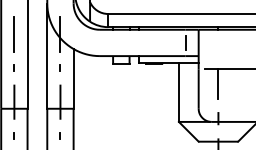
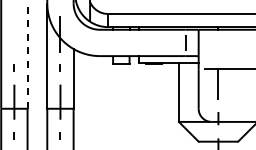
line at (14, 33): present -> none
line at (27, 54): solid -> dashed
